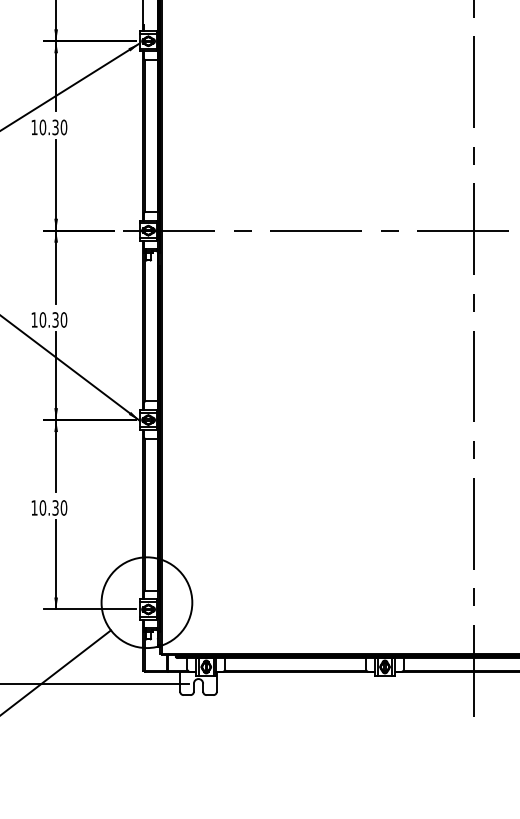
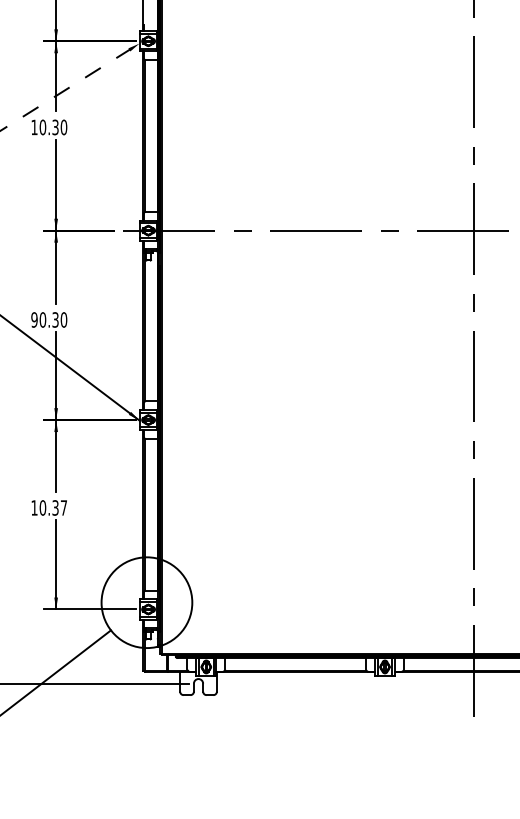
line at (70, 87): solid -> dashed
text at (34, 319): 10.30 -> 90.30
text at (63, 507): 10.30 -> 10.37
